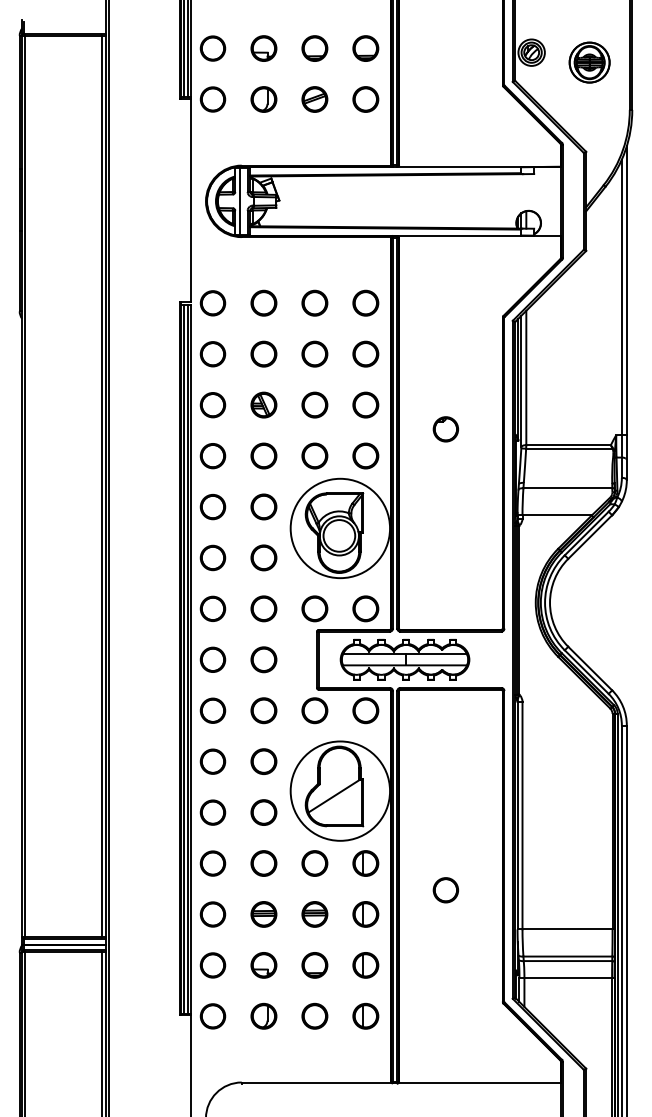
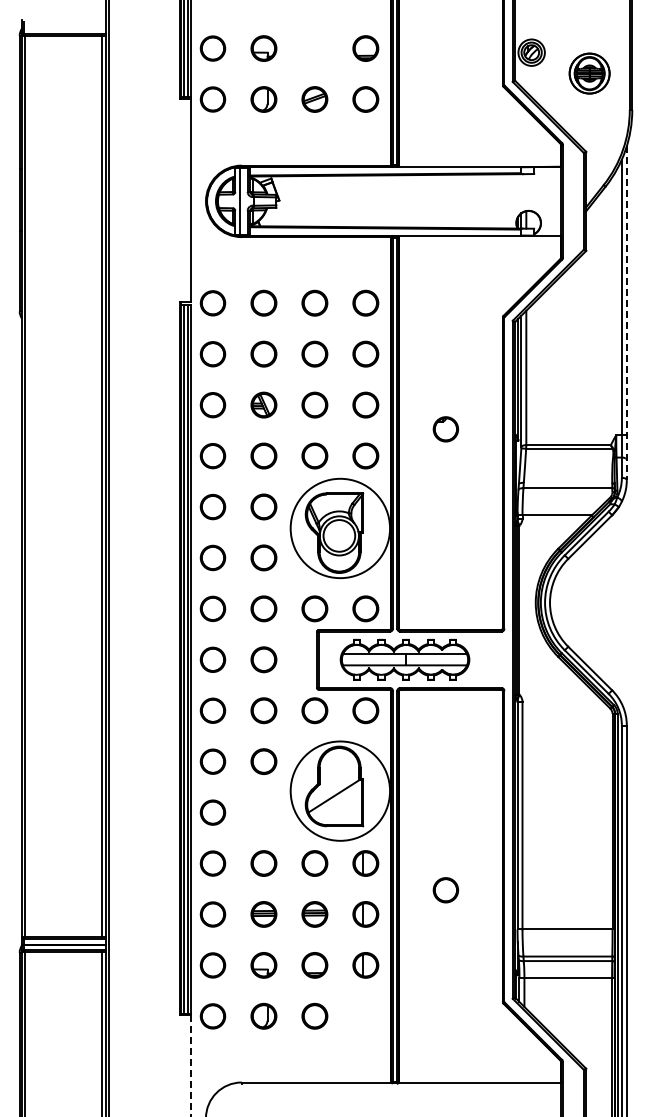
part at (314, 48): present -> none
part at (589, 62) position: (589, 62) -> (589, 73)
line at (626, 313): solid -> dashed
circle at (263, 812): present -> none
part at (365, 1015): present -> none
line at (190, 1066): solid -> dashed
